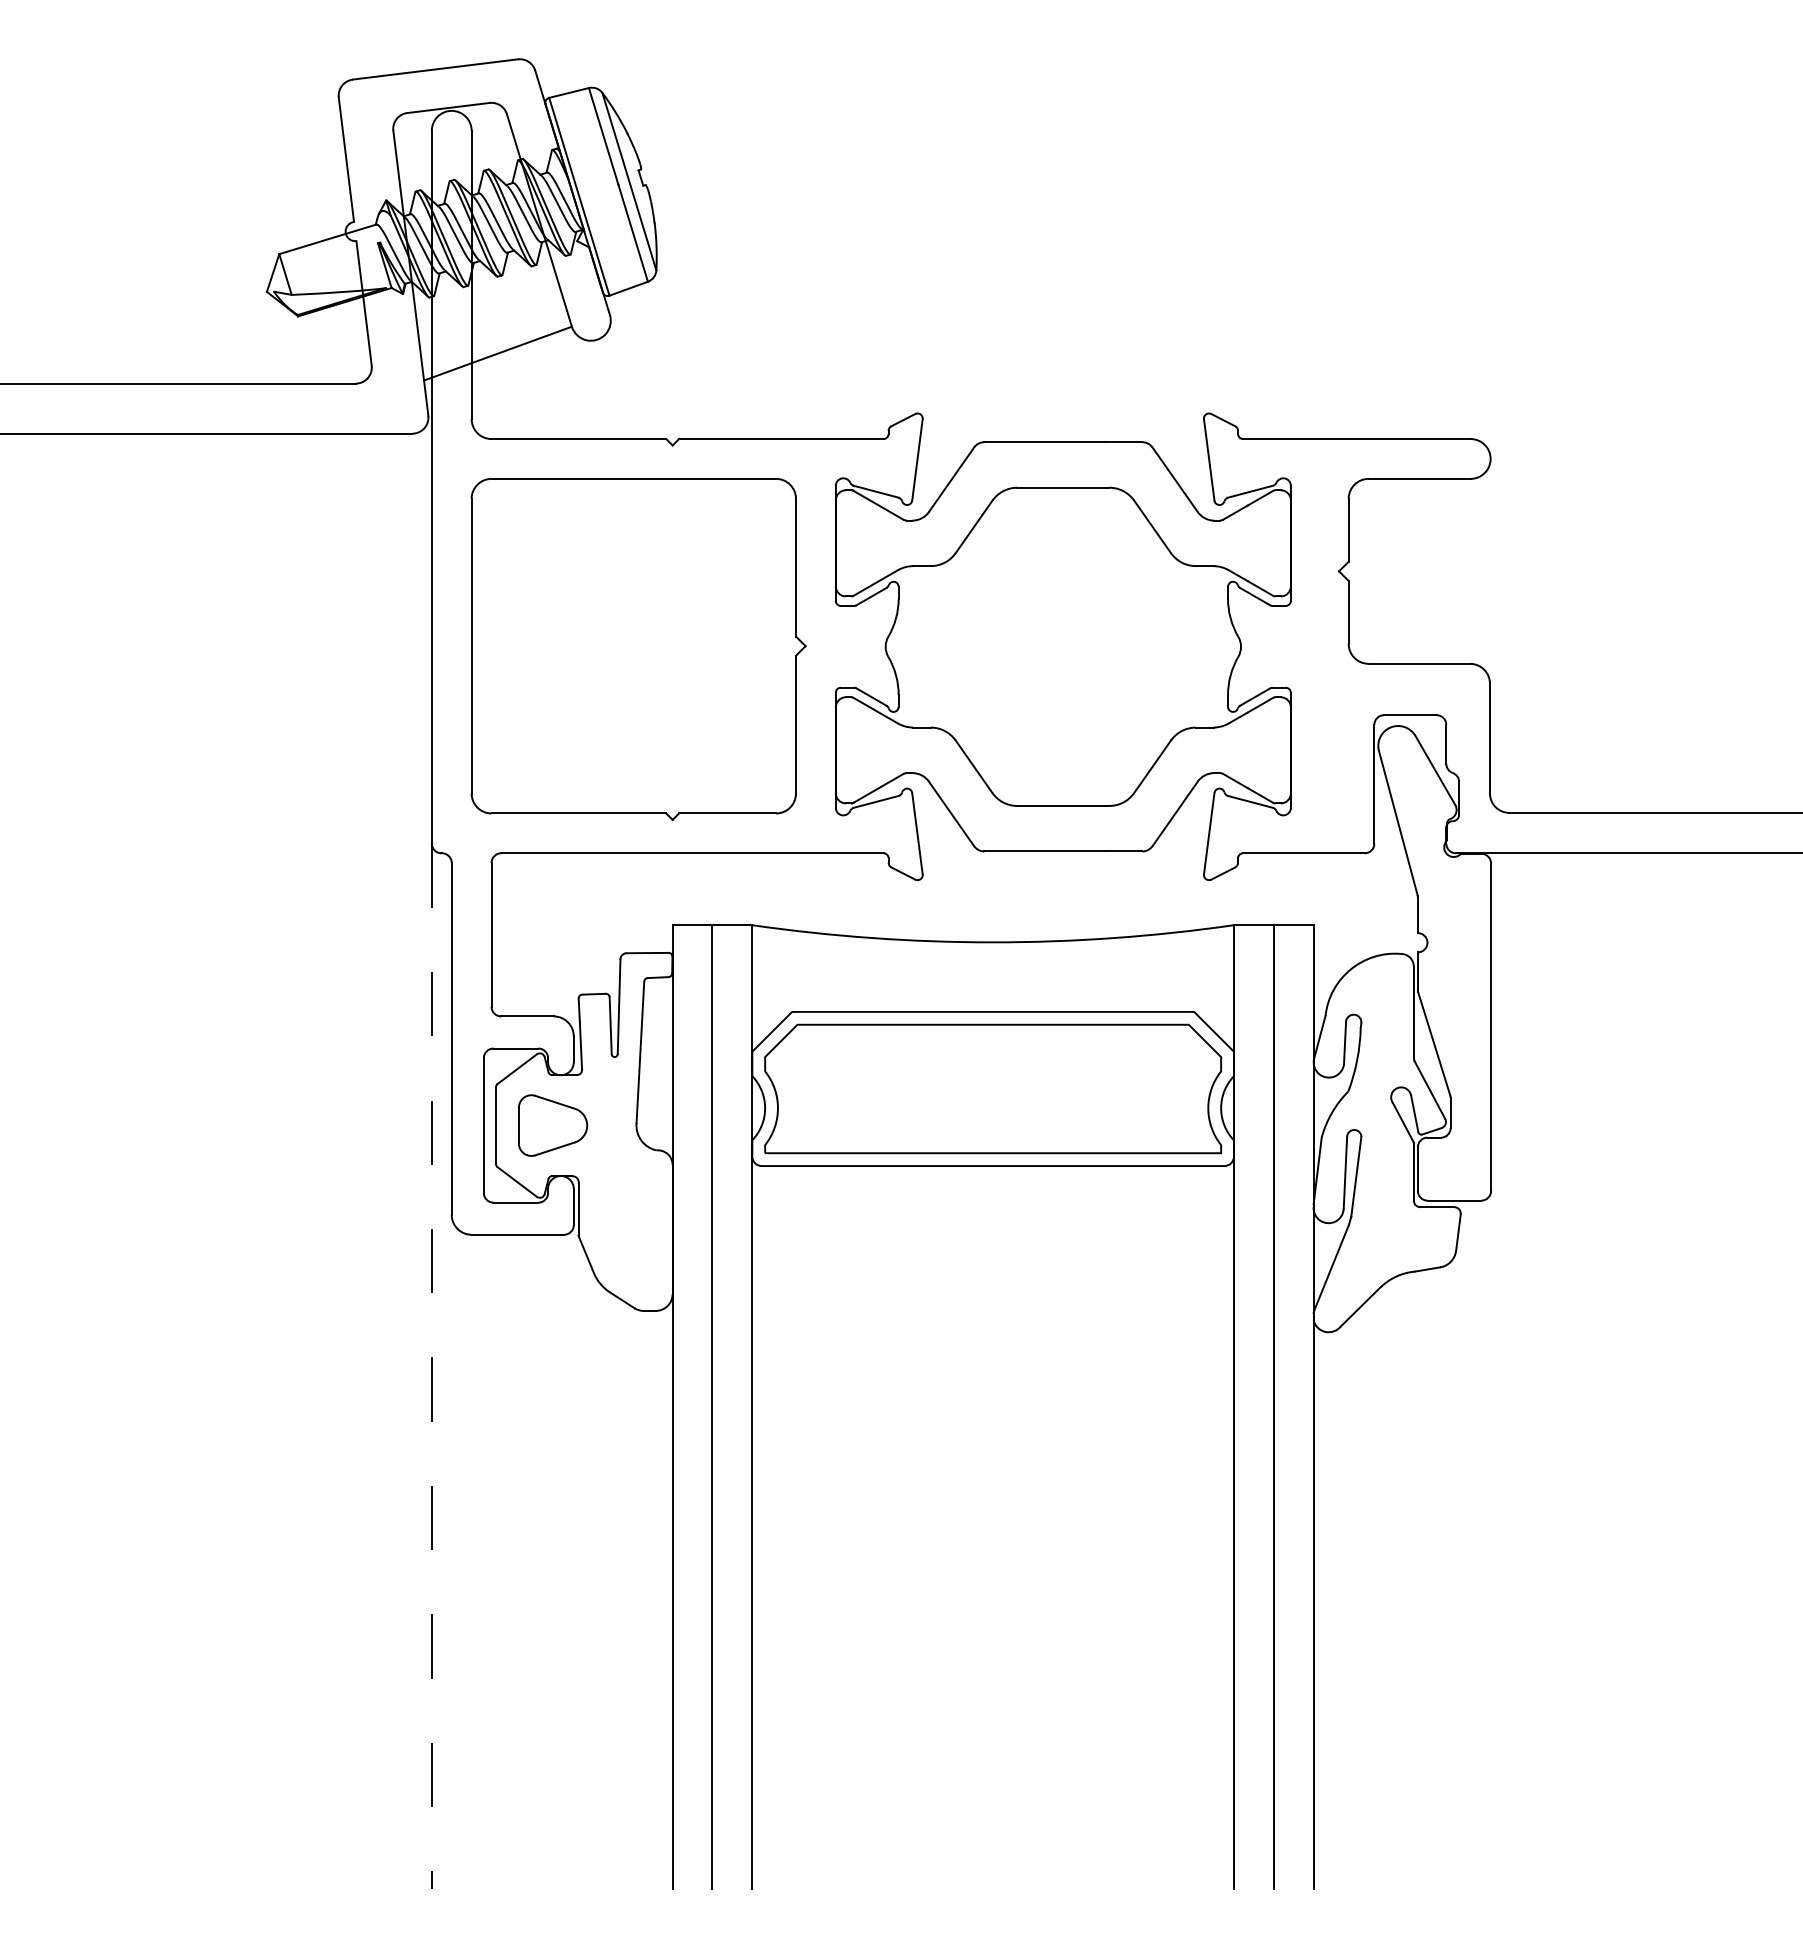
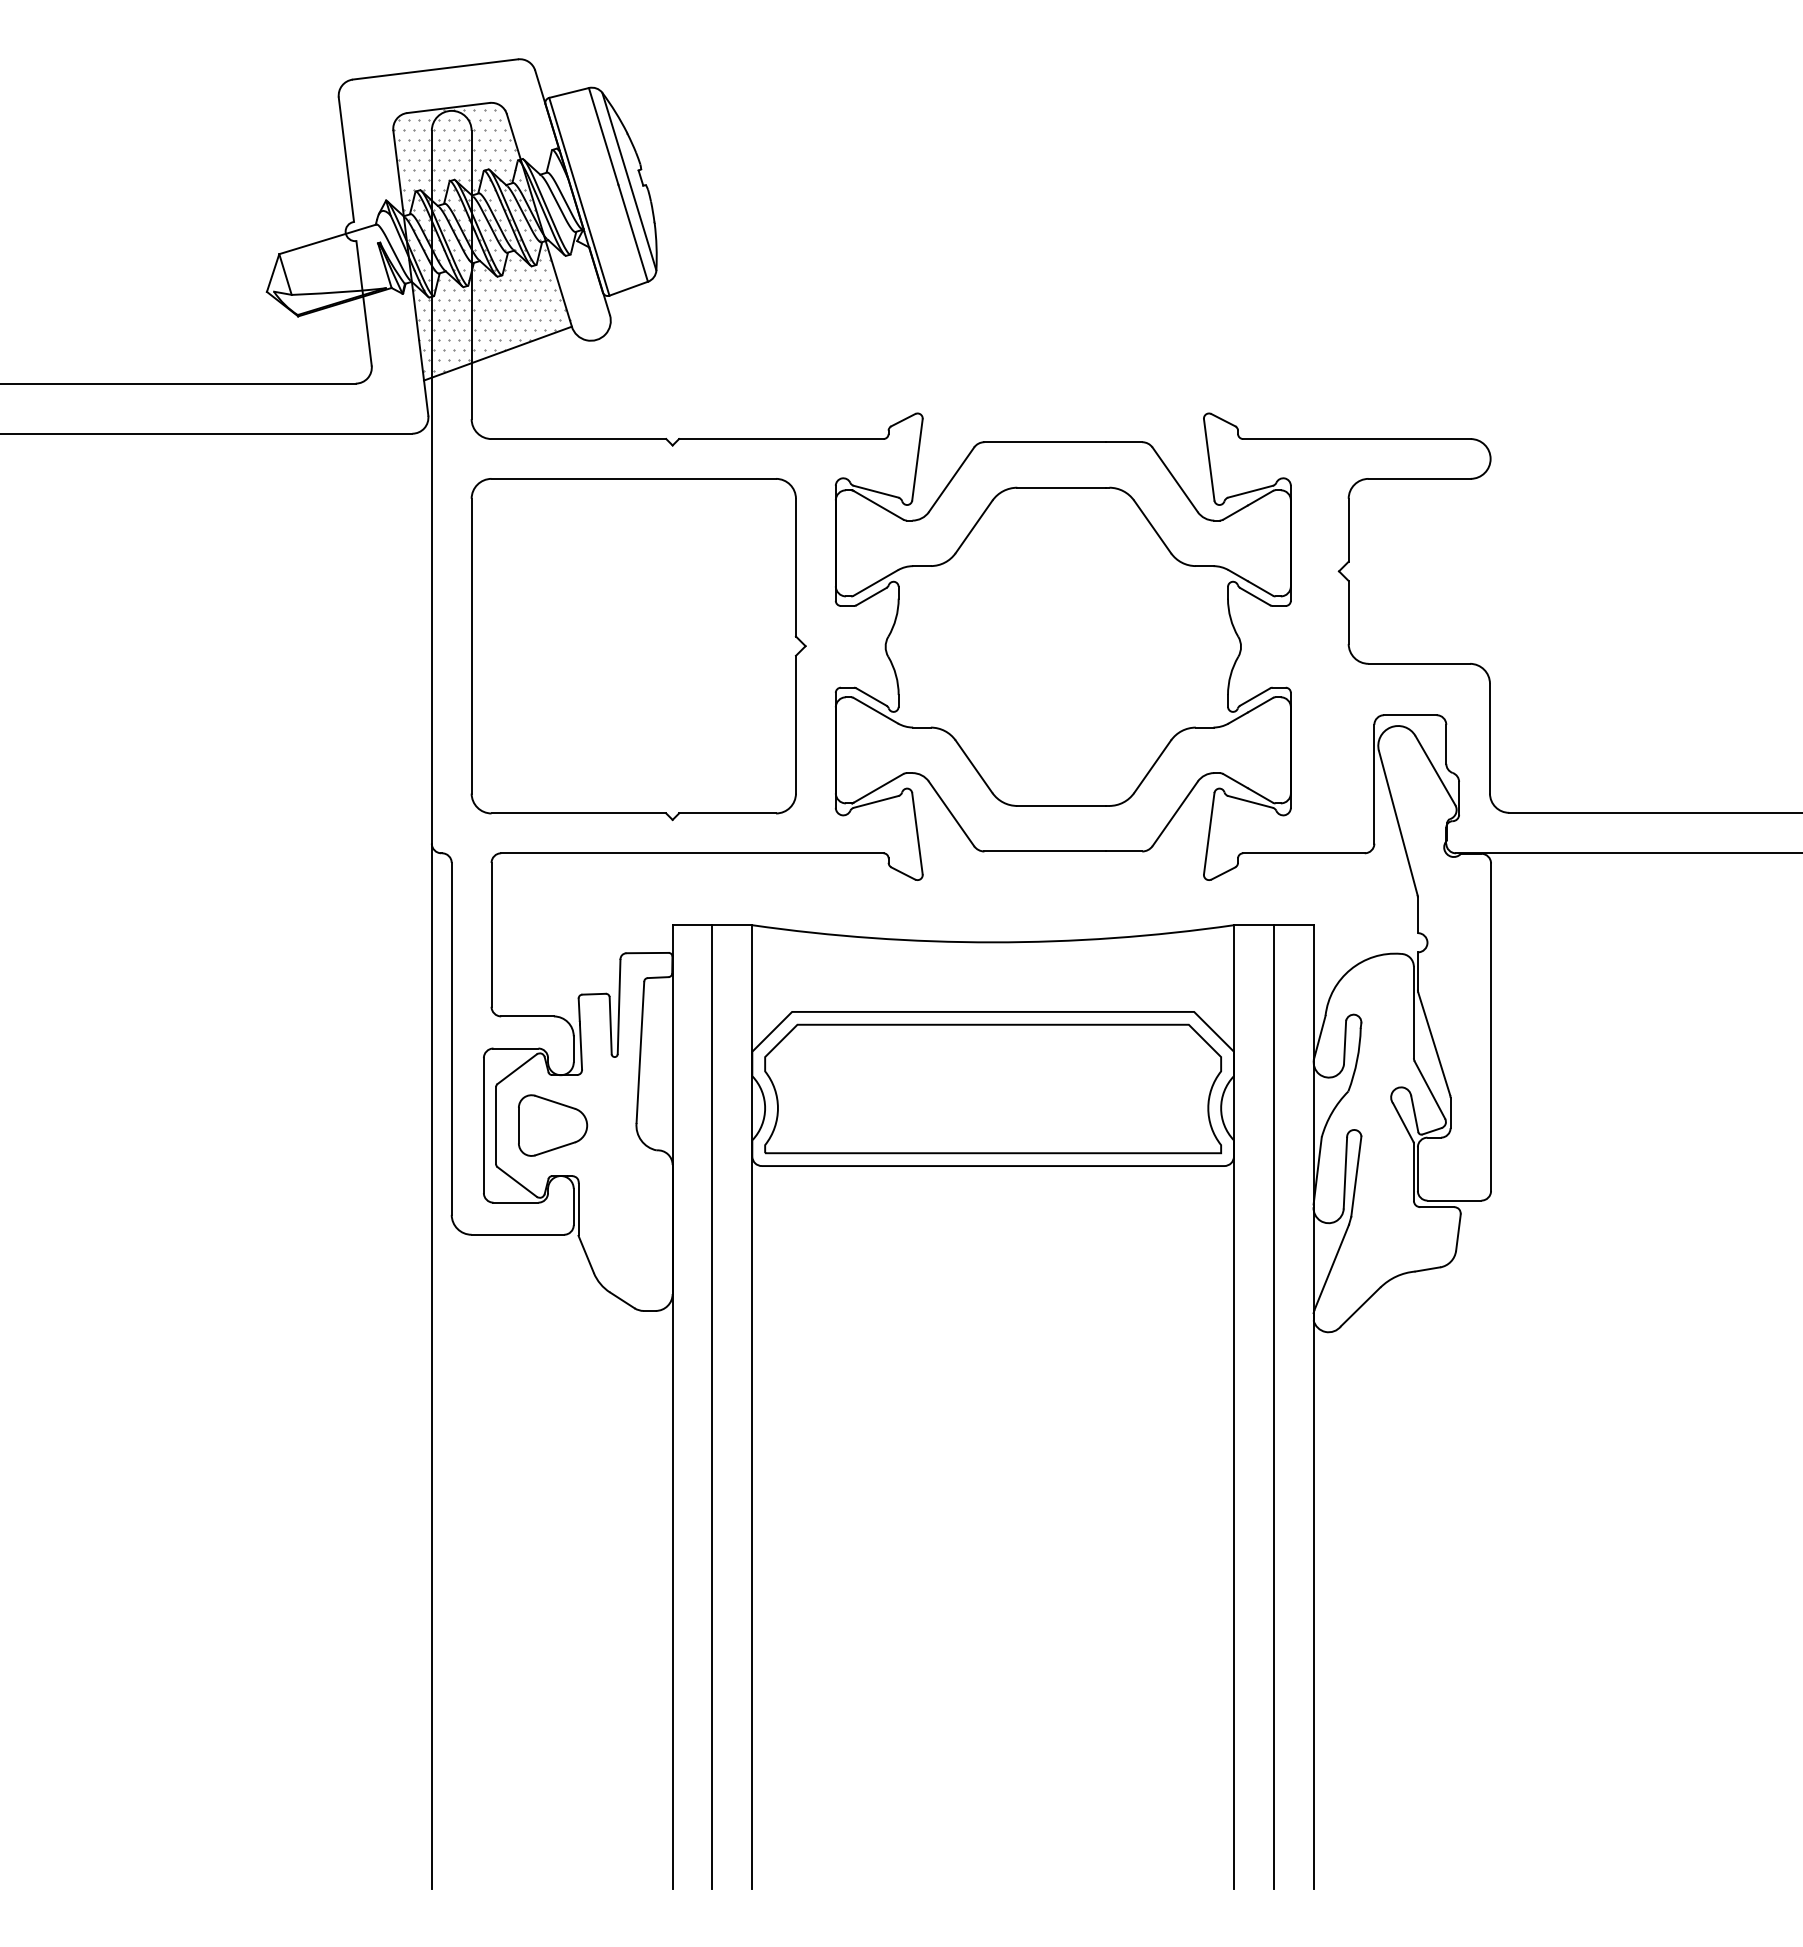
hatch at (481, 239): none -> present
line at (431, 1366): dashed -> solid
